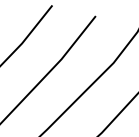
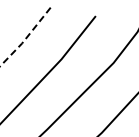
line at (27, 37): solid -> dashed
